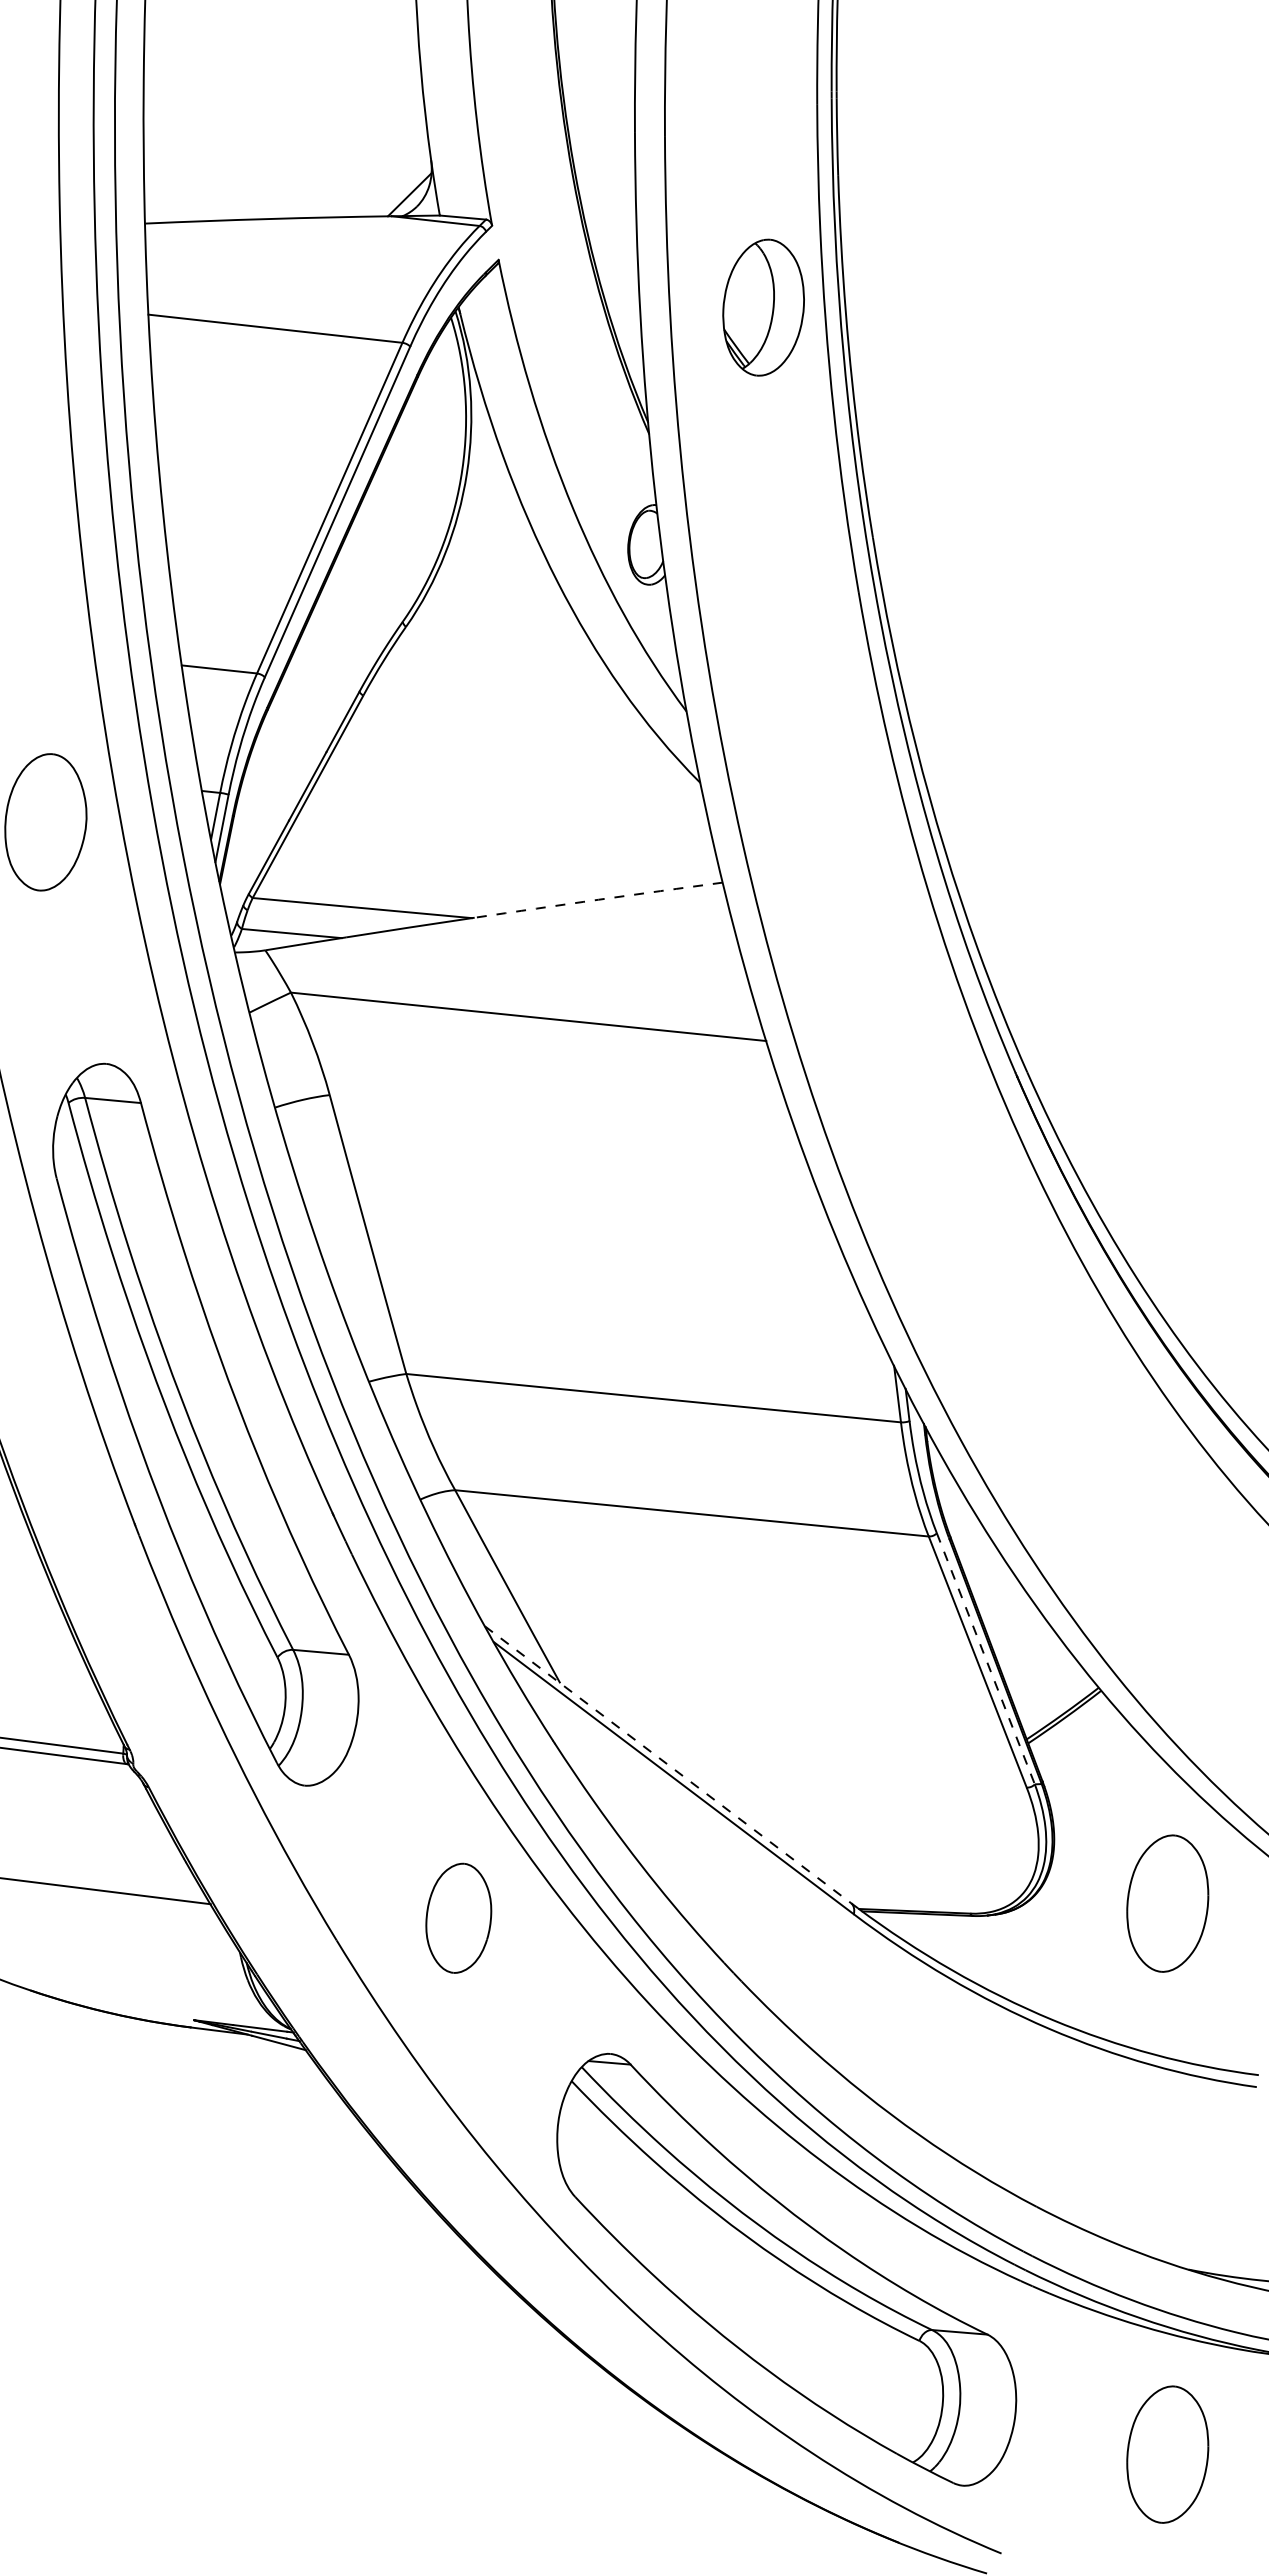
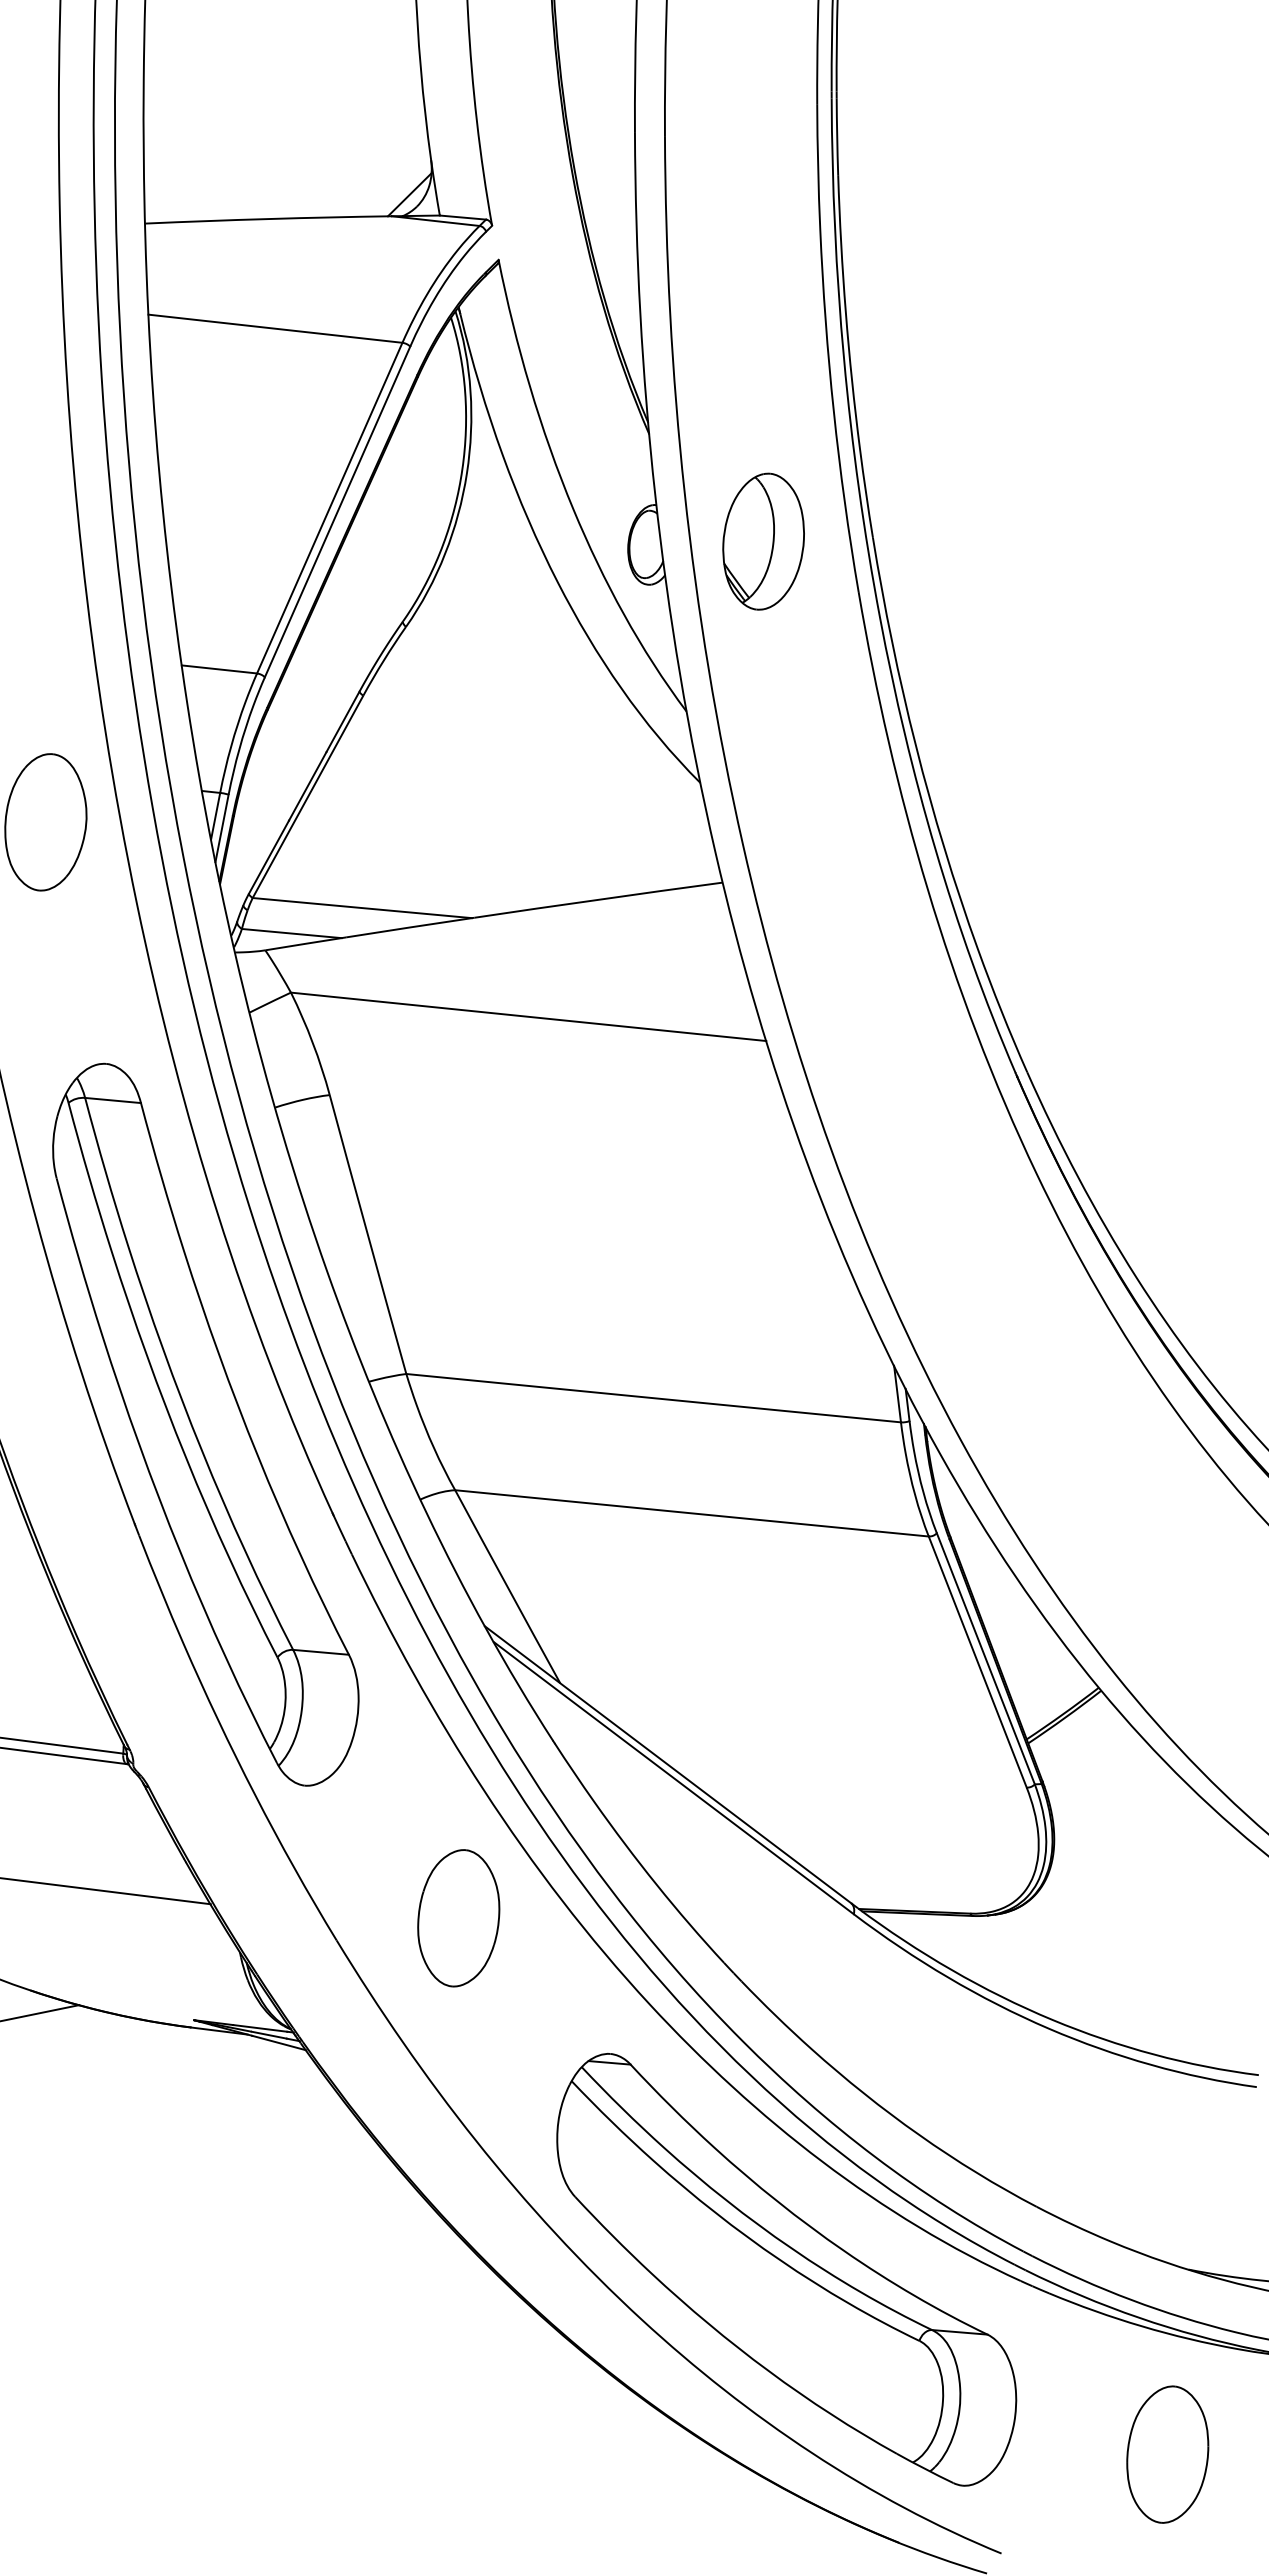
part at (763, 307) position: (763, 307) -> (763, 541)
arc at (598, 899): dashed -> solid
line at (985, 1658): dashed -> solid
line at (668, 1764): dashed -> solid
part at (1167, 1903): present -> none
part at (458, 1917) size: 68x112 px -> 84x139 px
line at (40, 2012): none -> present
